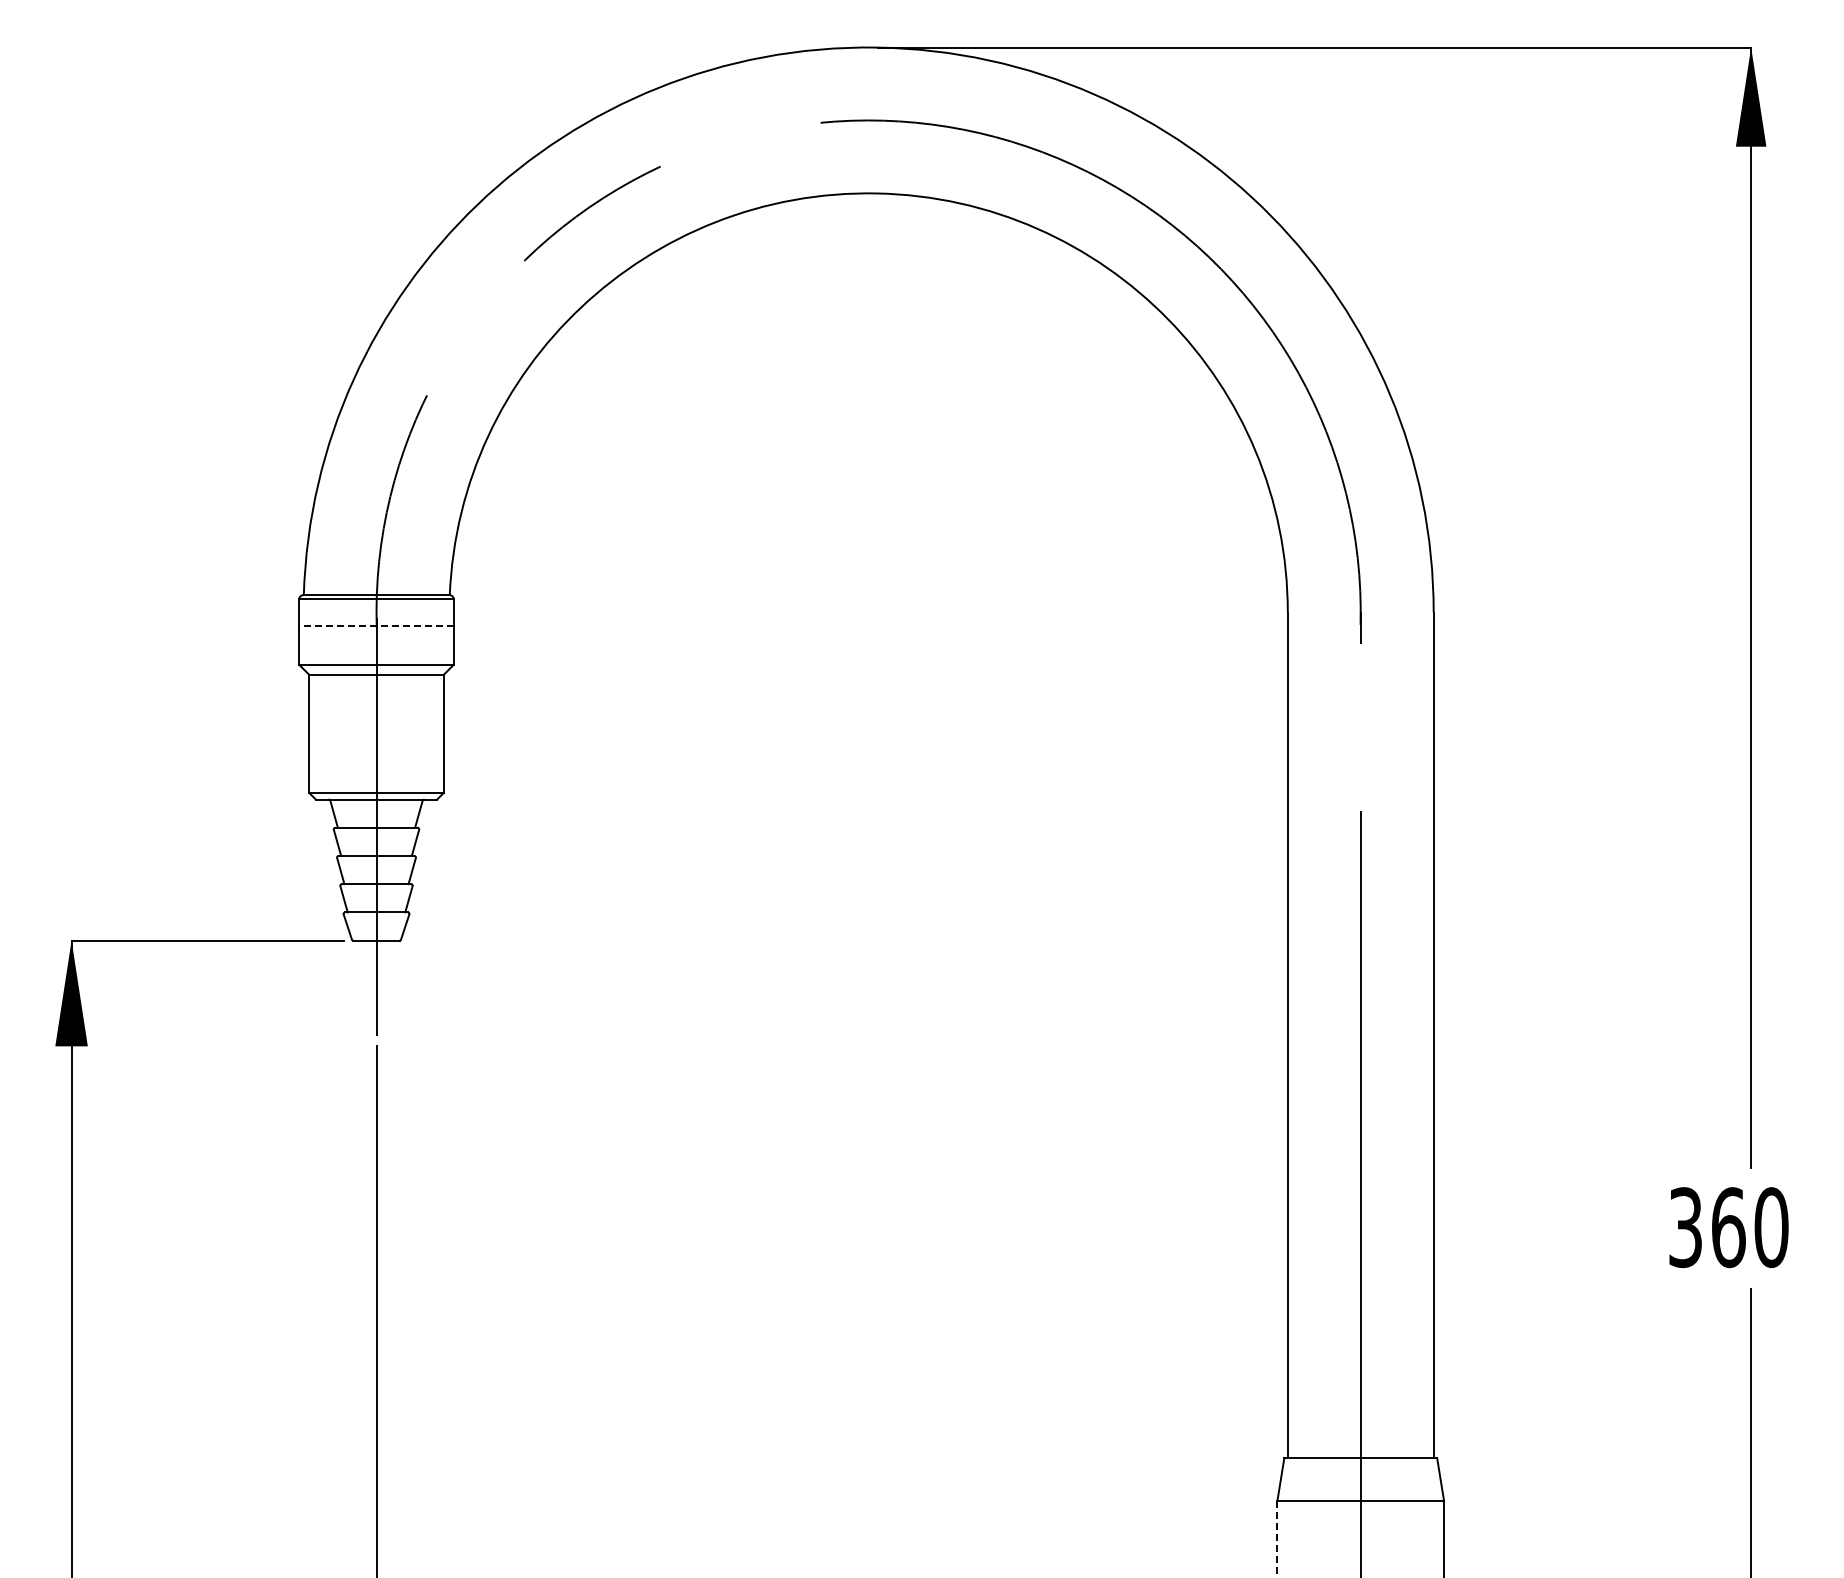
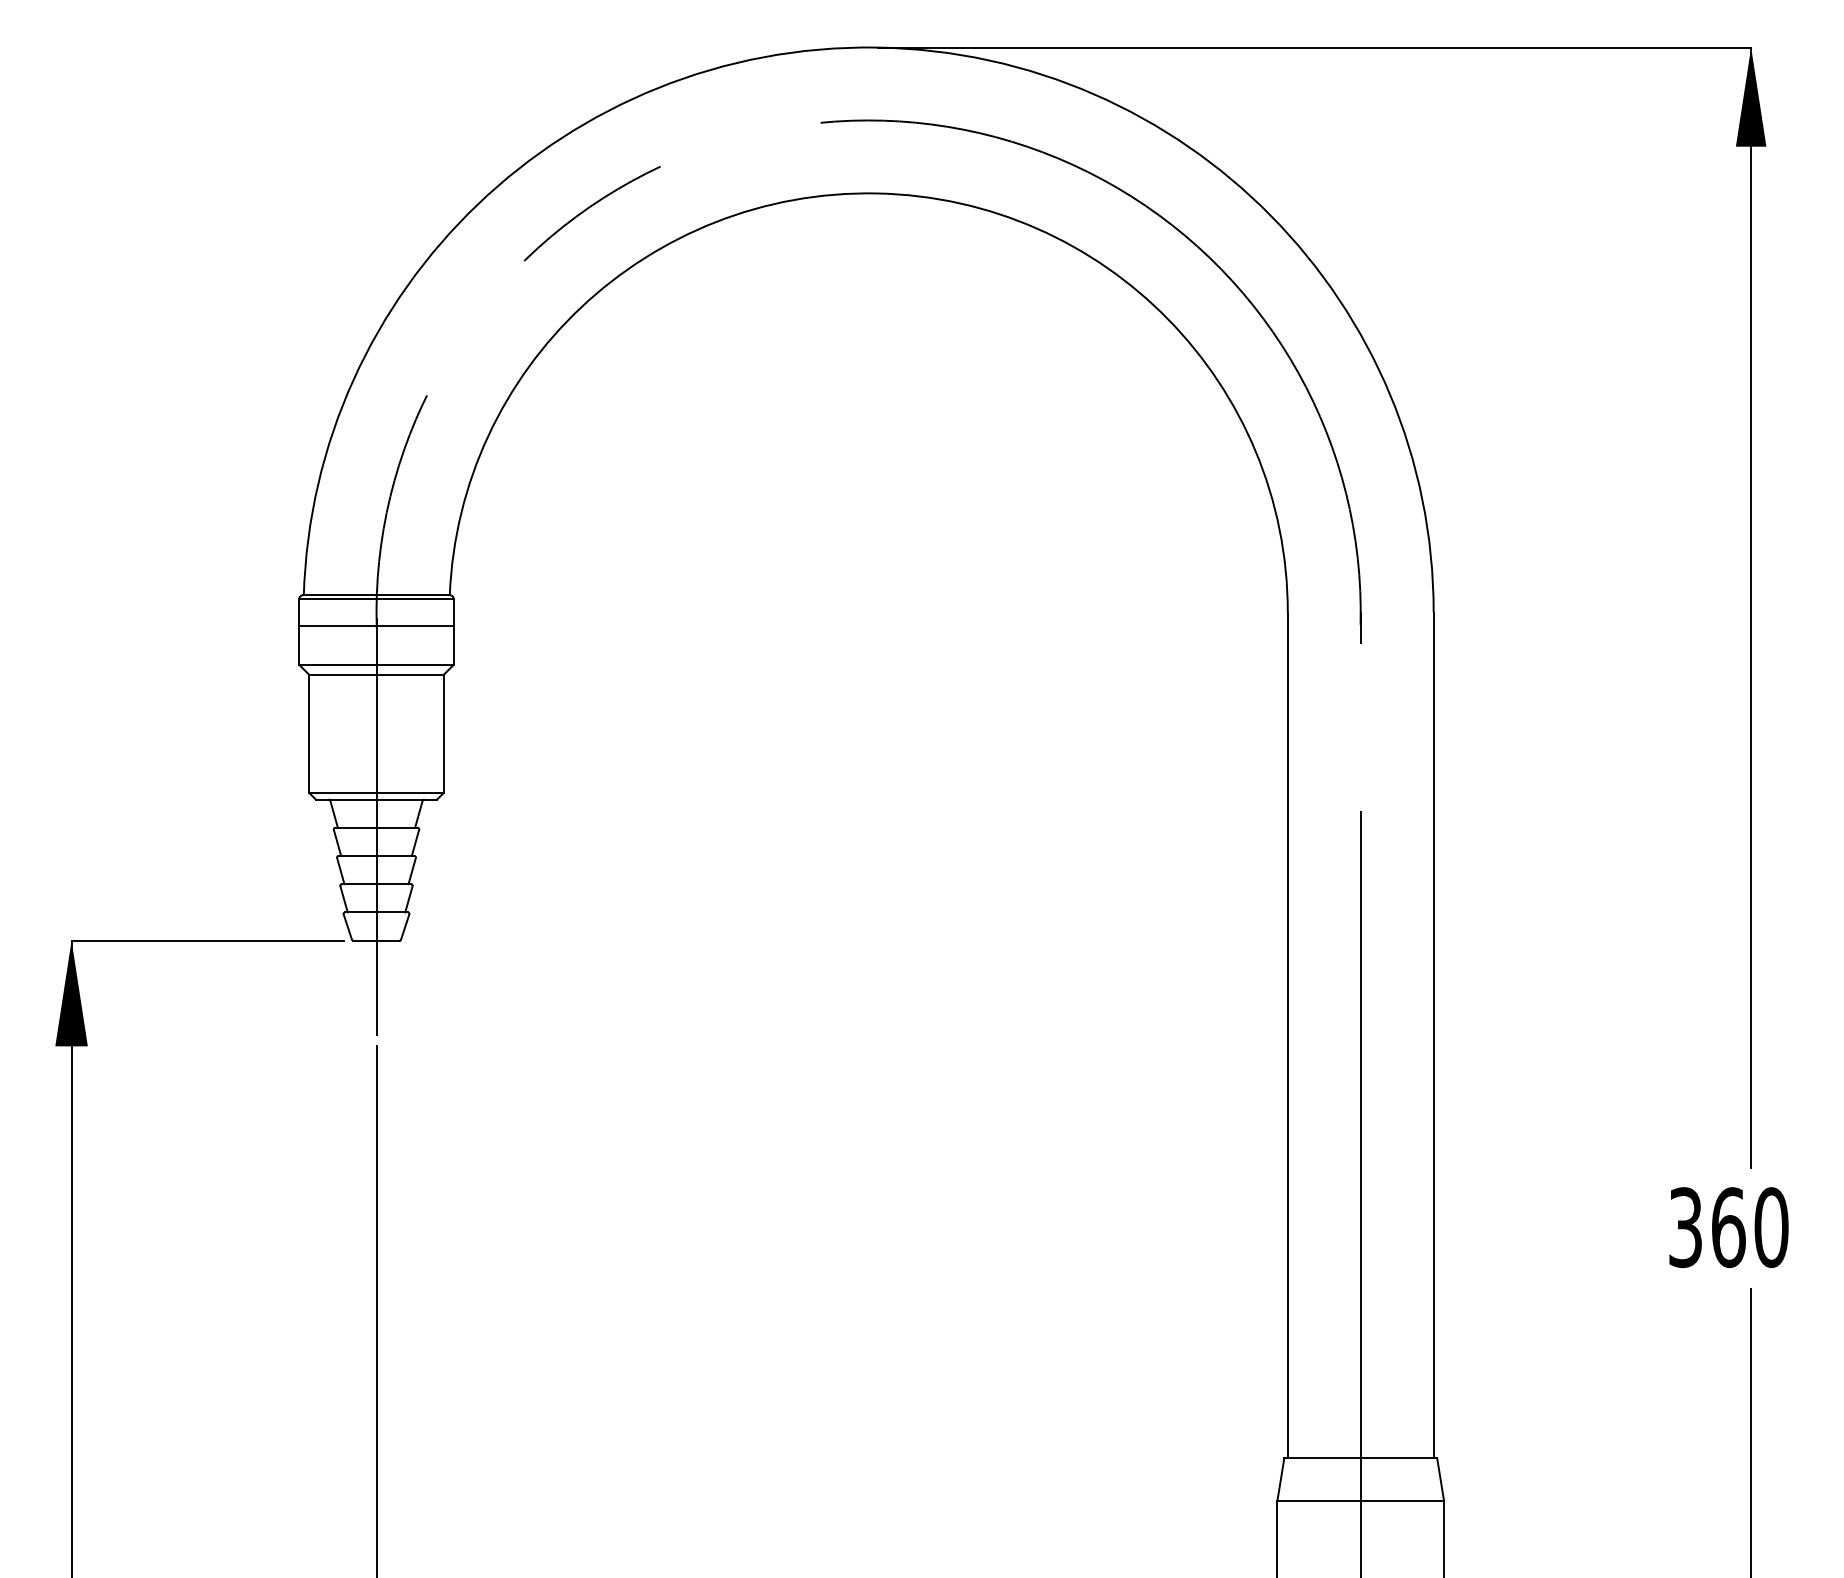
line at (376, 625): dashed -> solid
line at (1277, 1539): dashed -> solid
